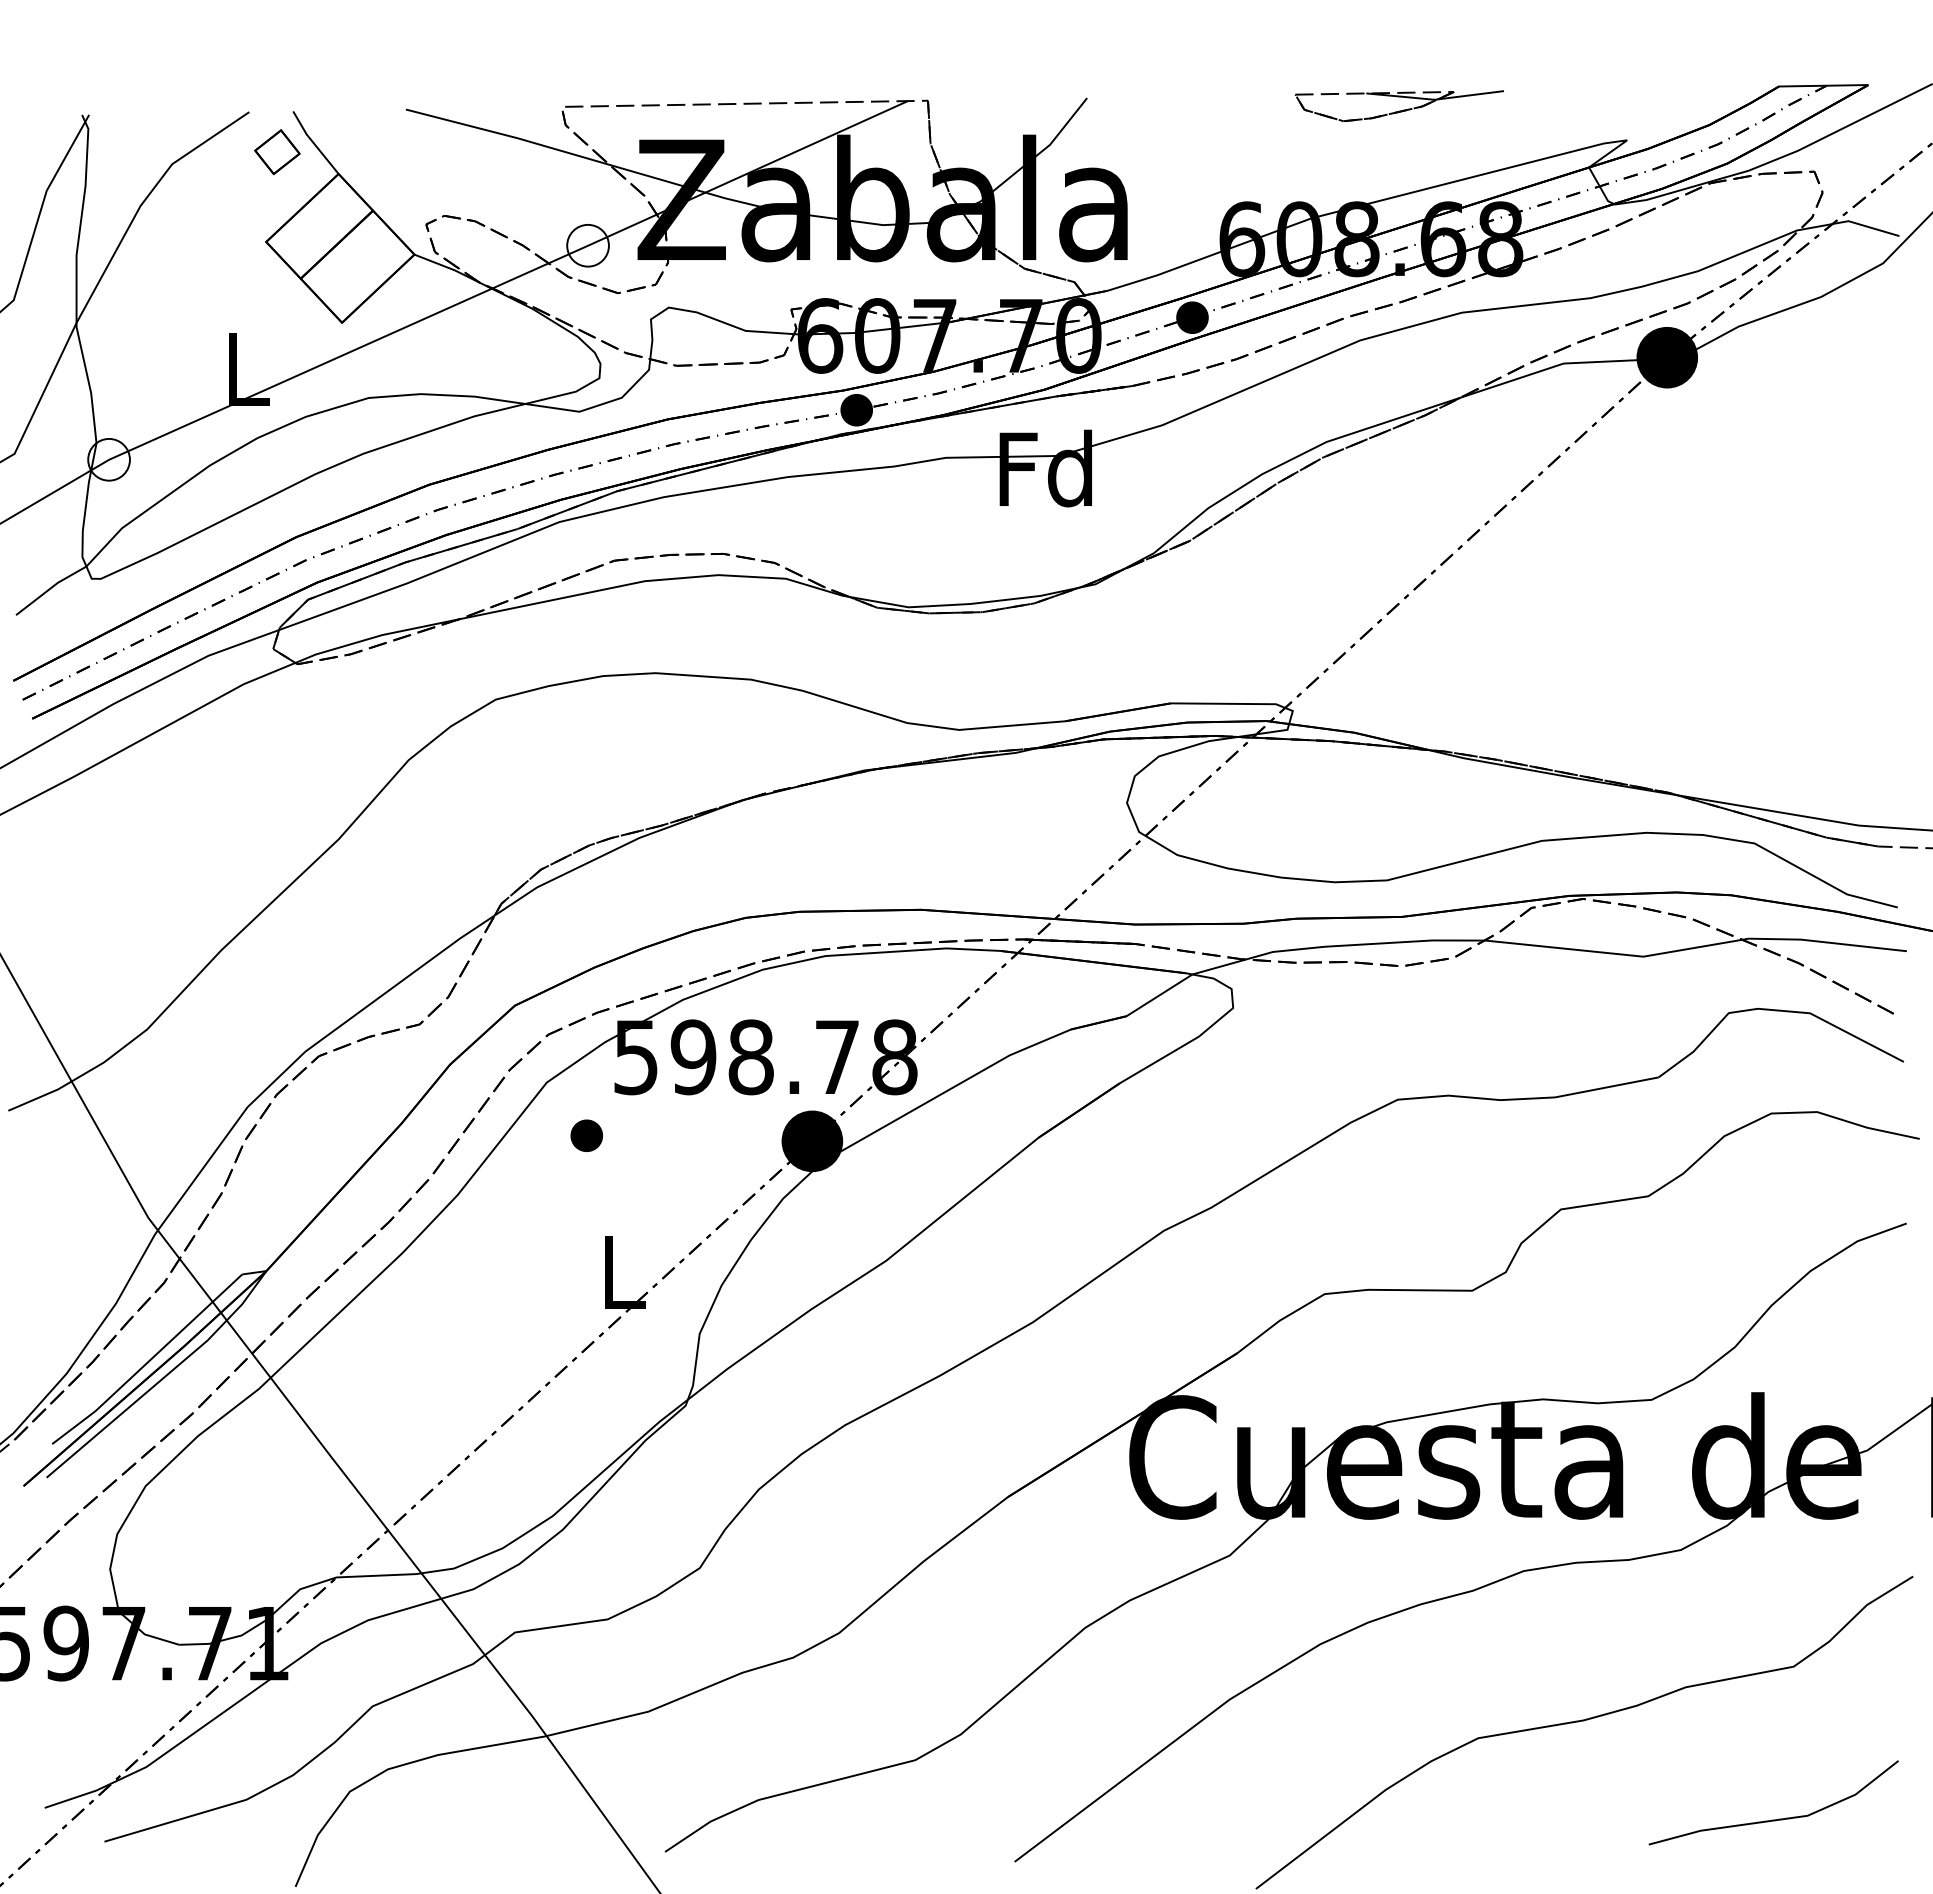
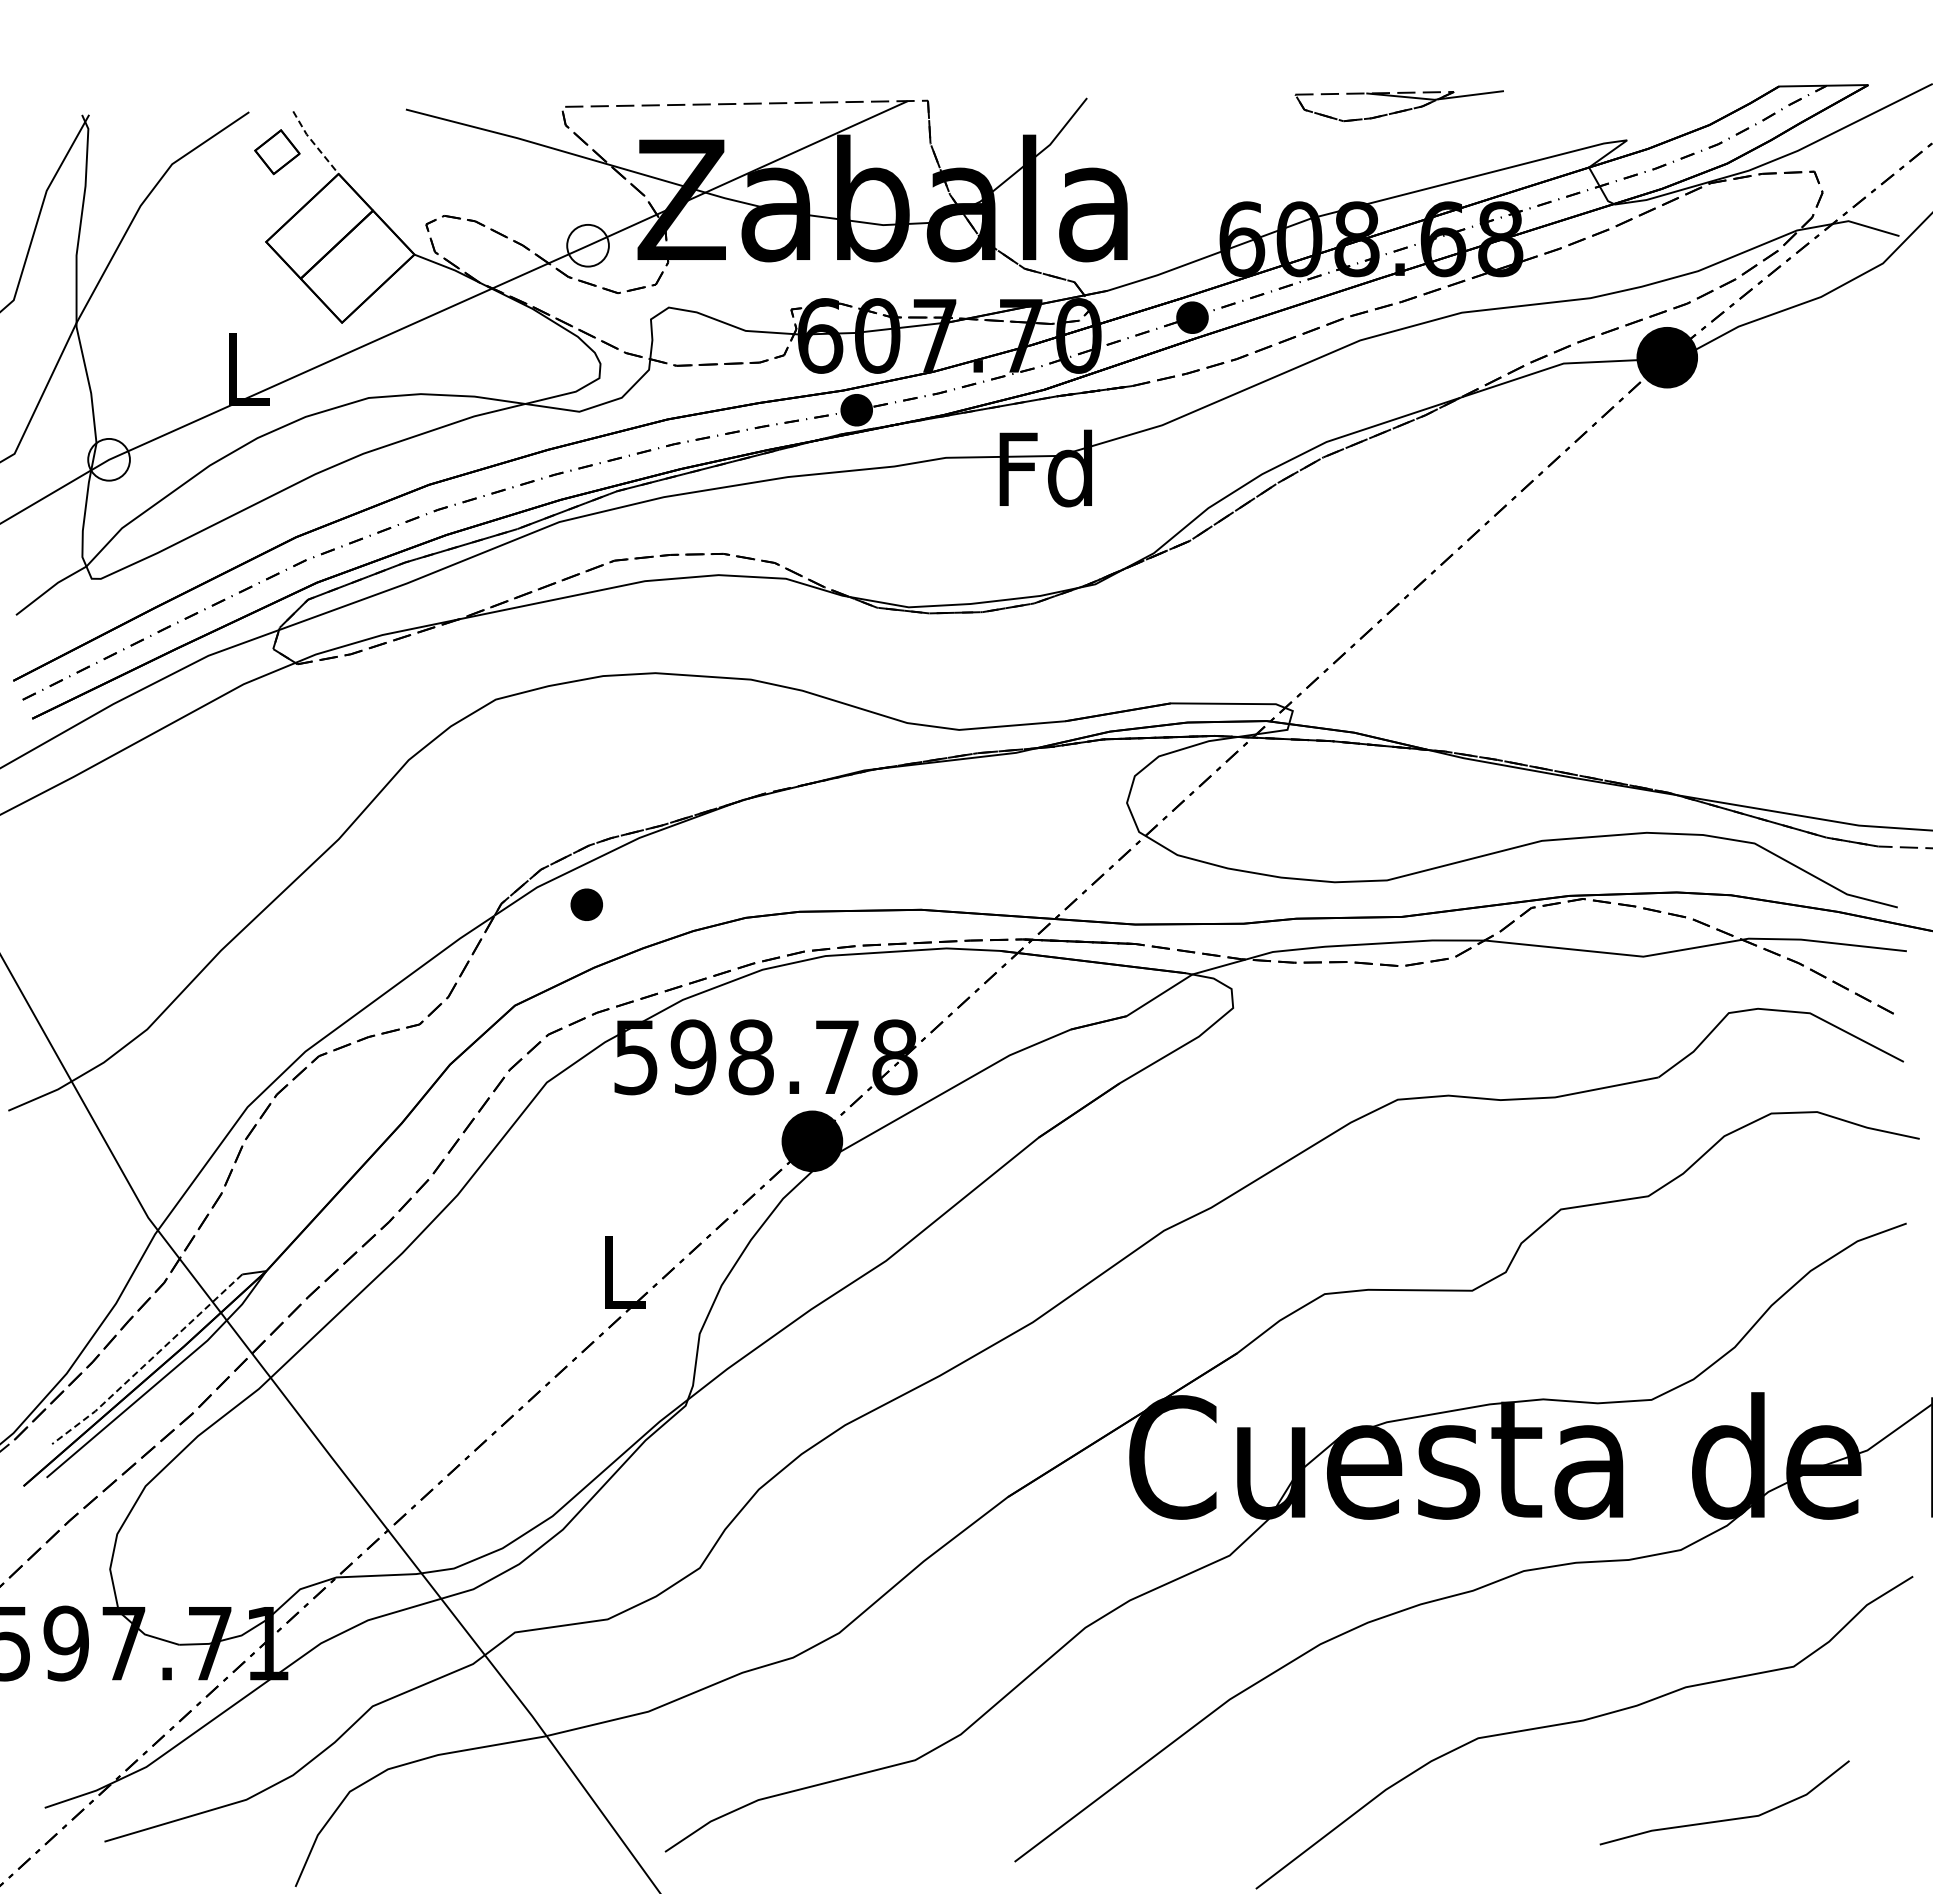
line at (314, 143): solid -> dashed
part at (586, 1135) position: (586, 1135) -> (586, 904)
line at (148, 1362): solid -> dashed
line at (1773, 1819) position: (1773, 1819) -> (1724, 1819)
